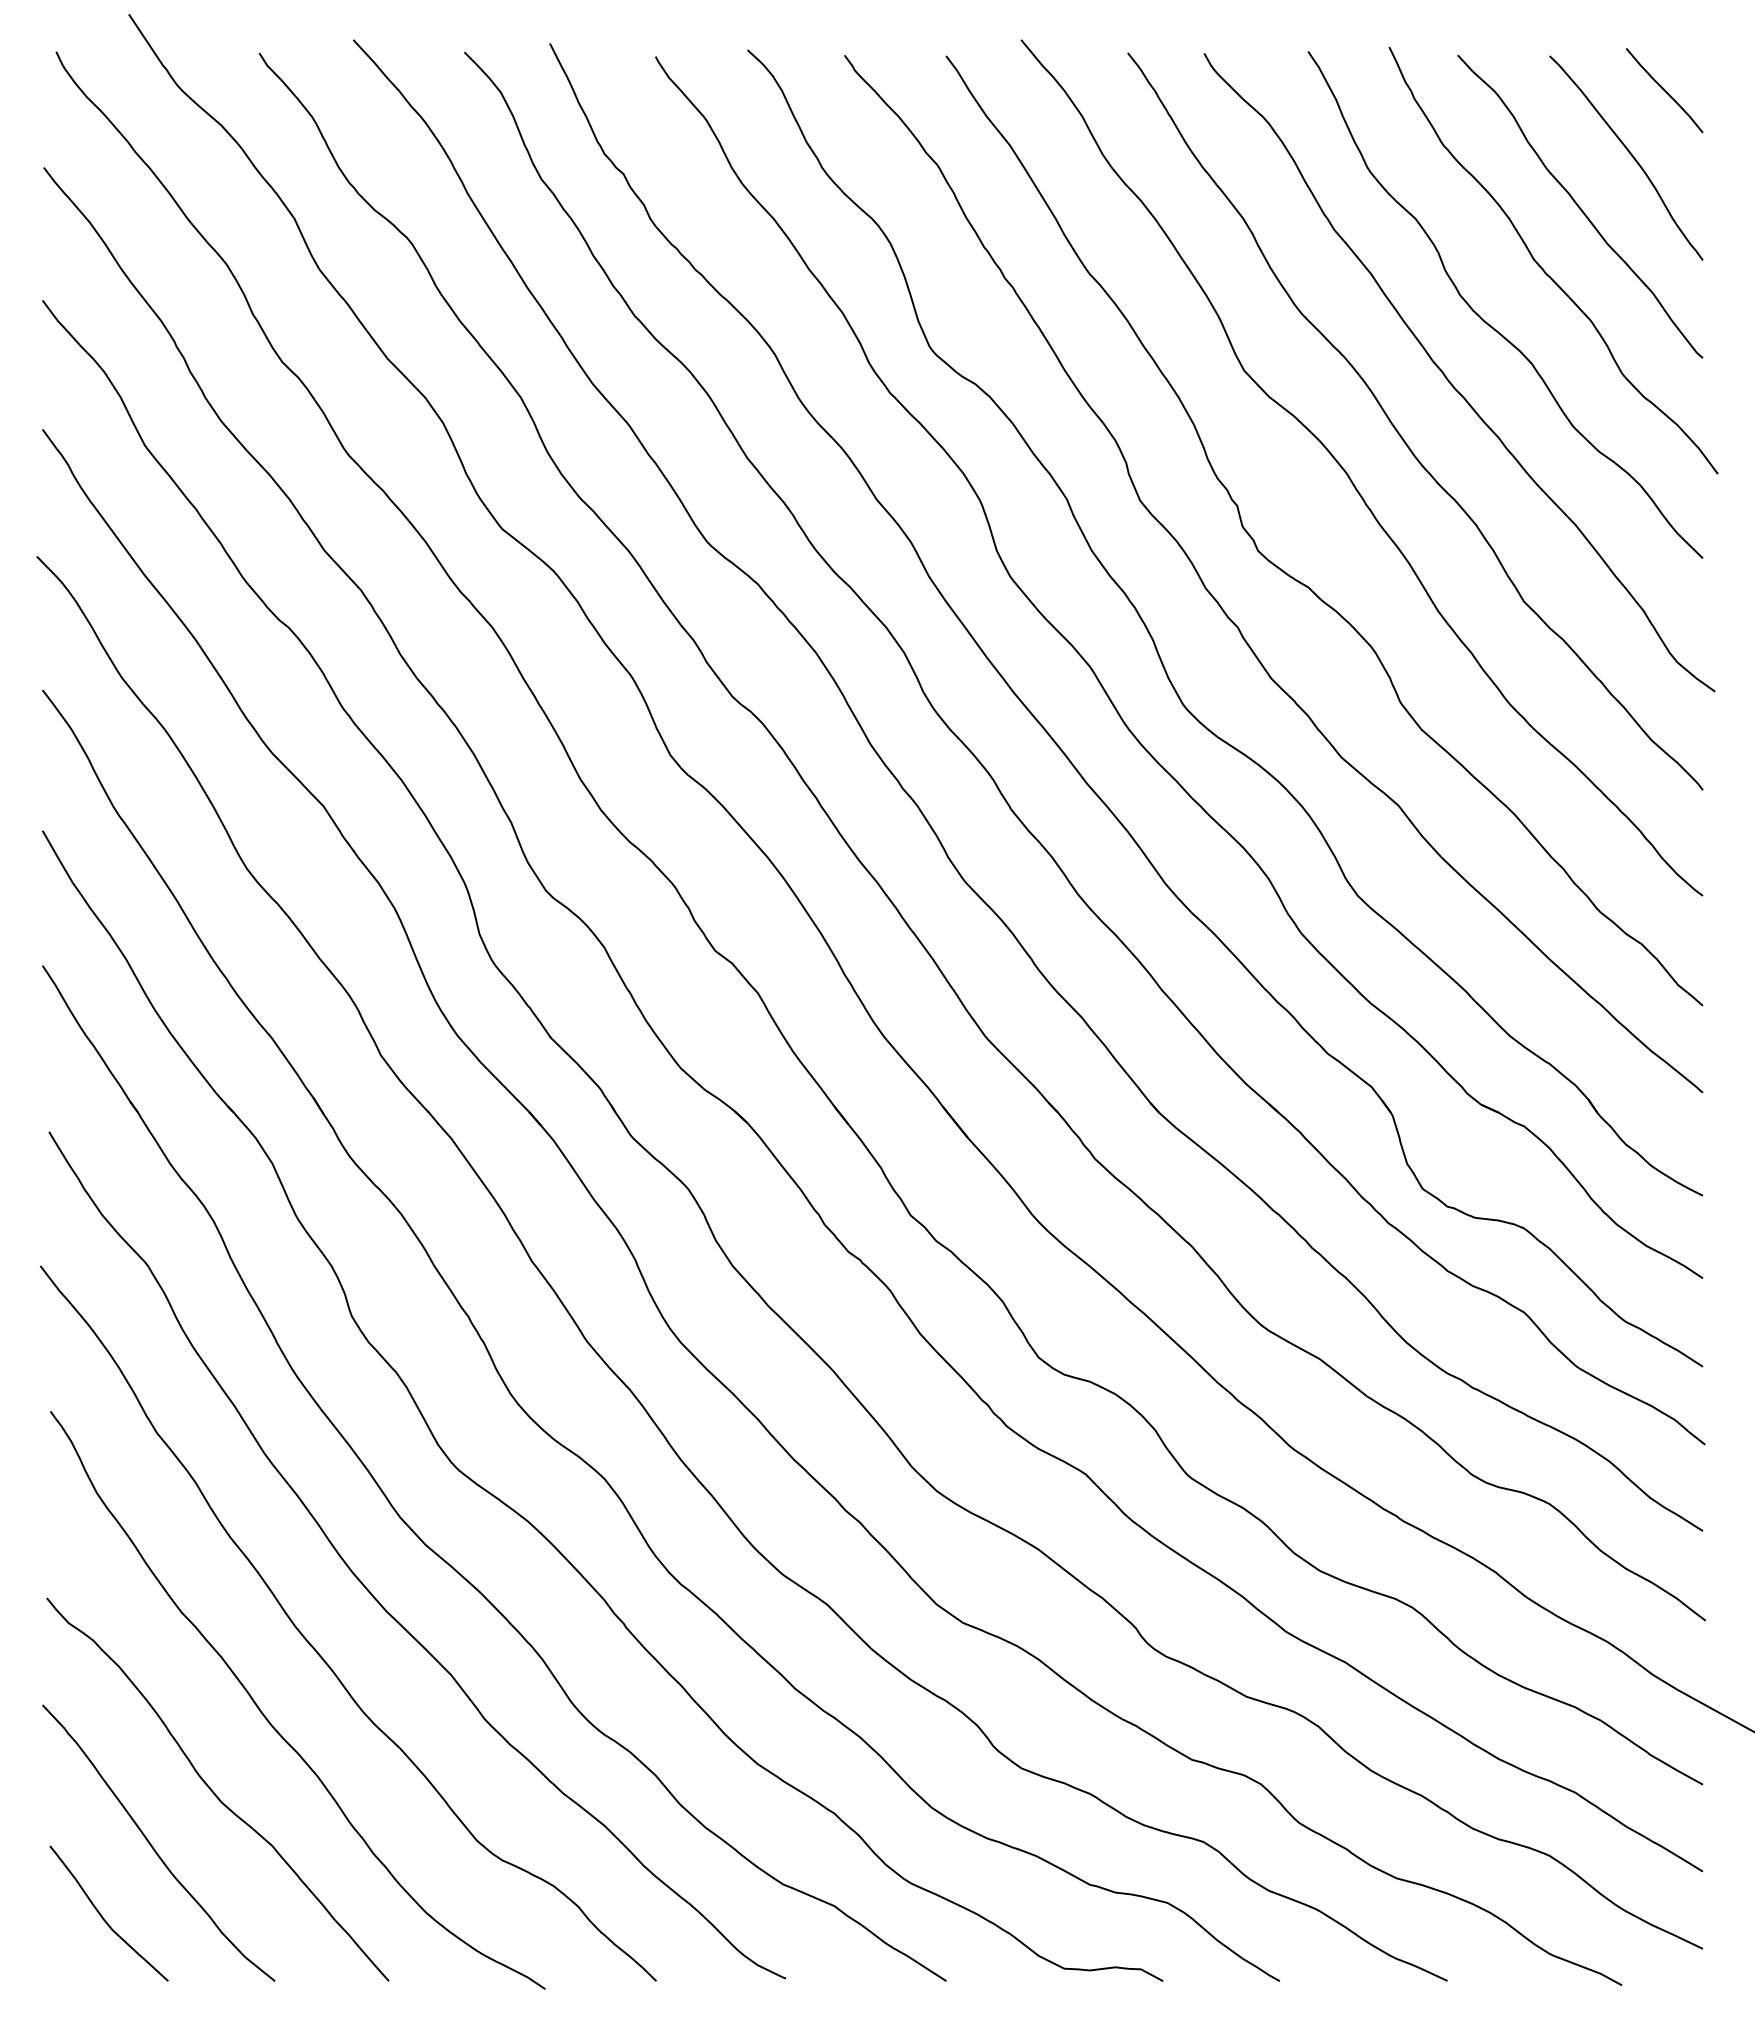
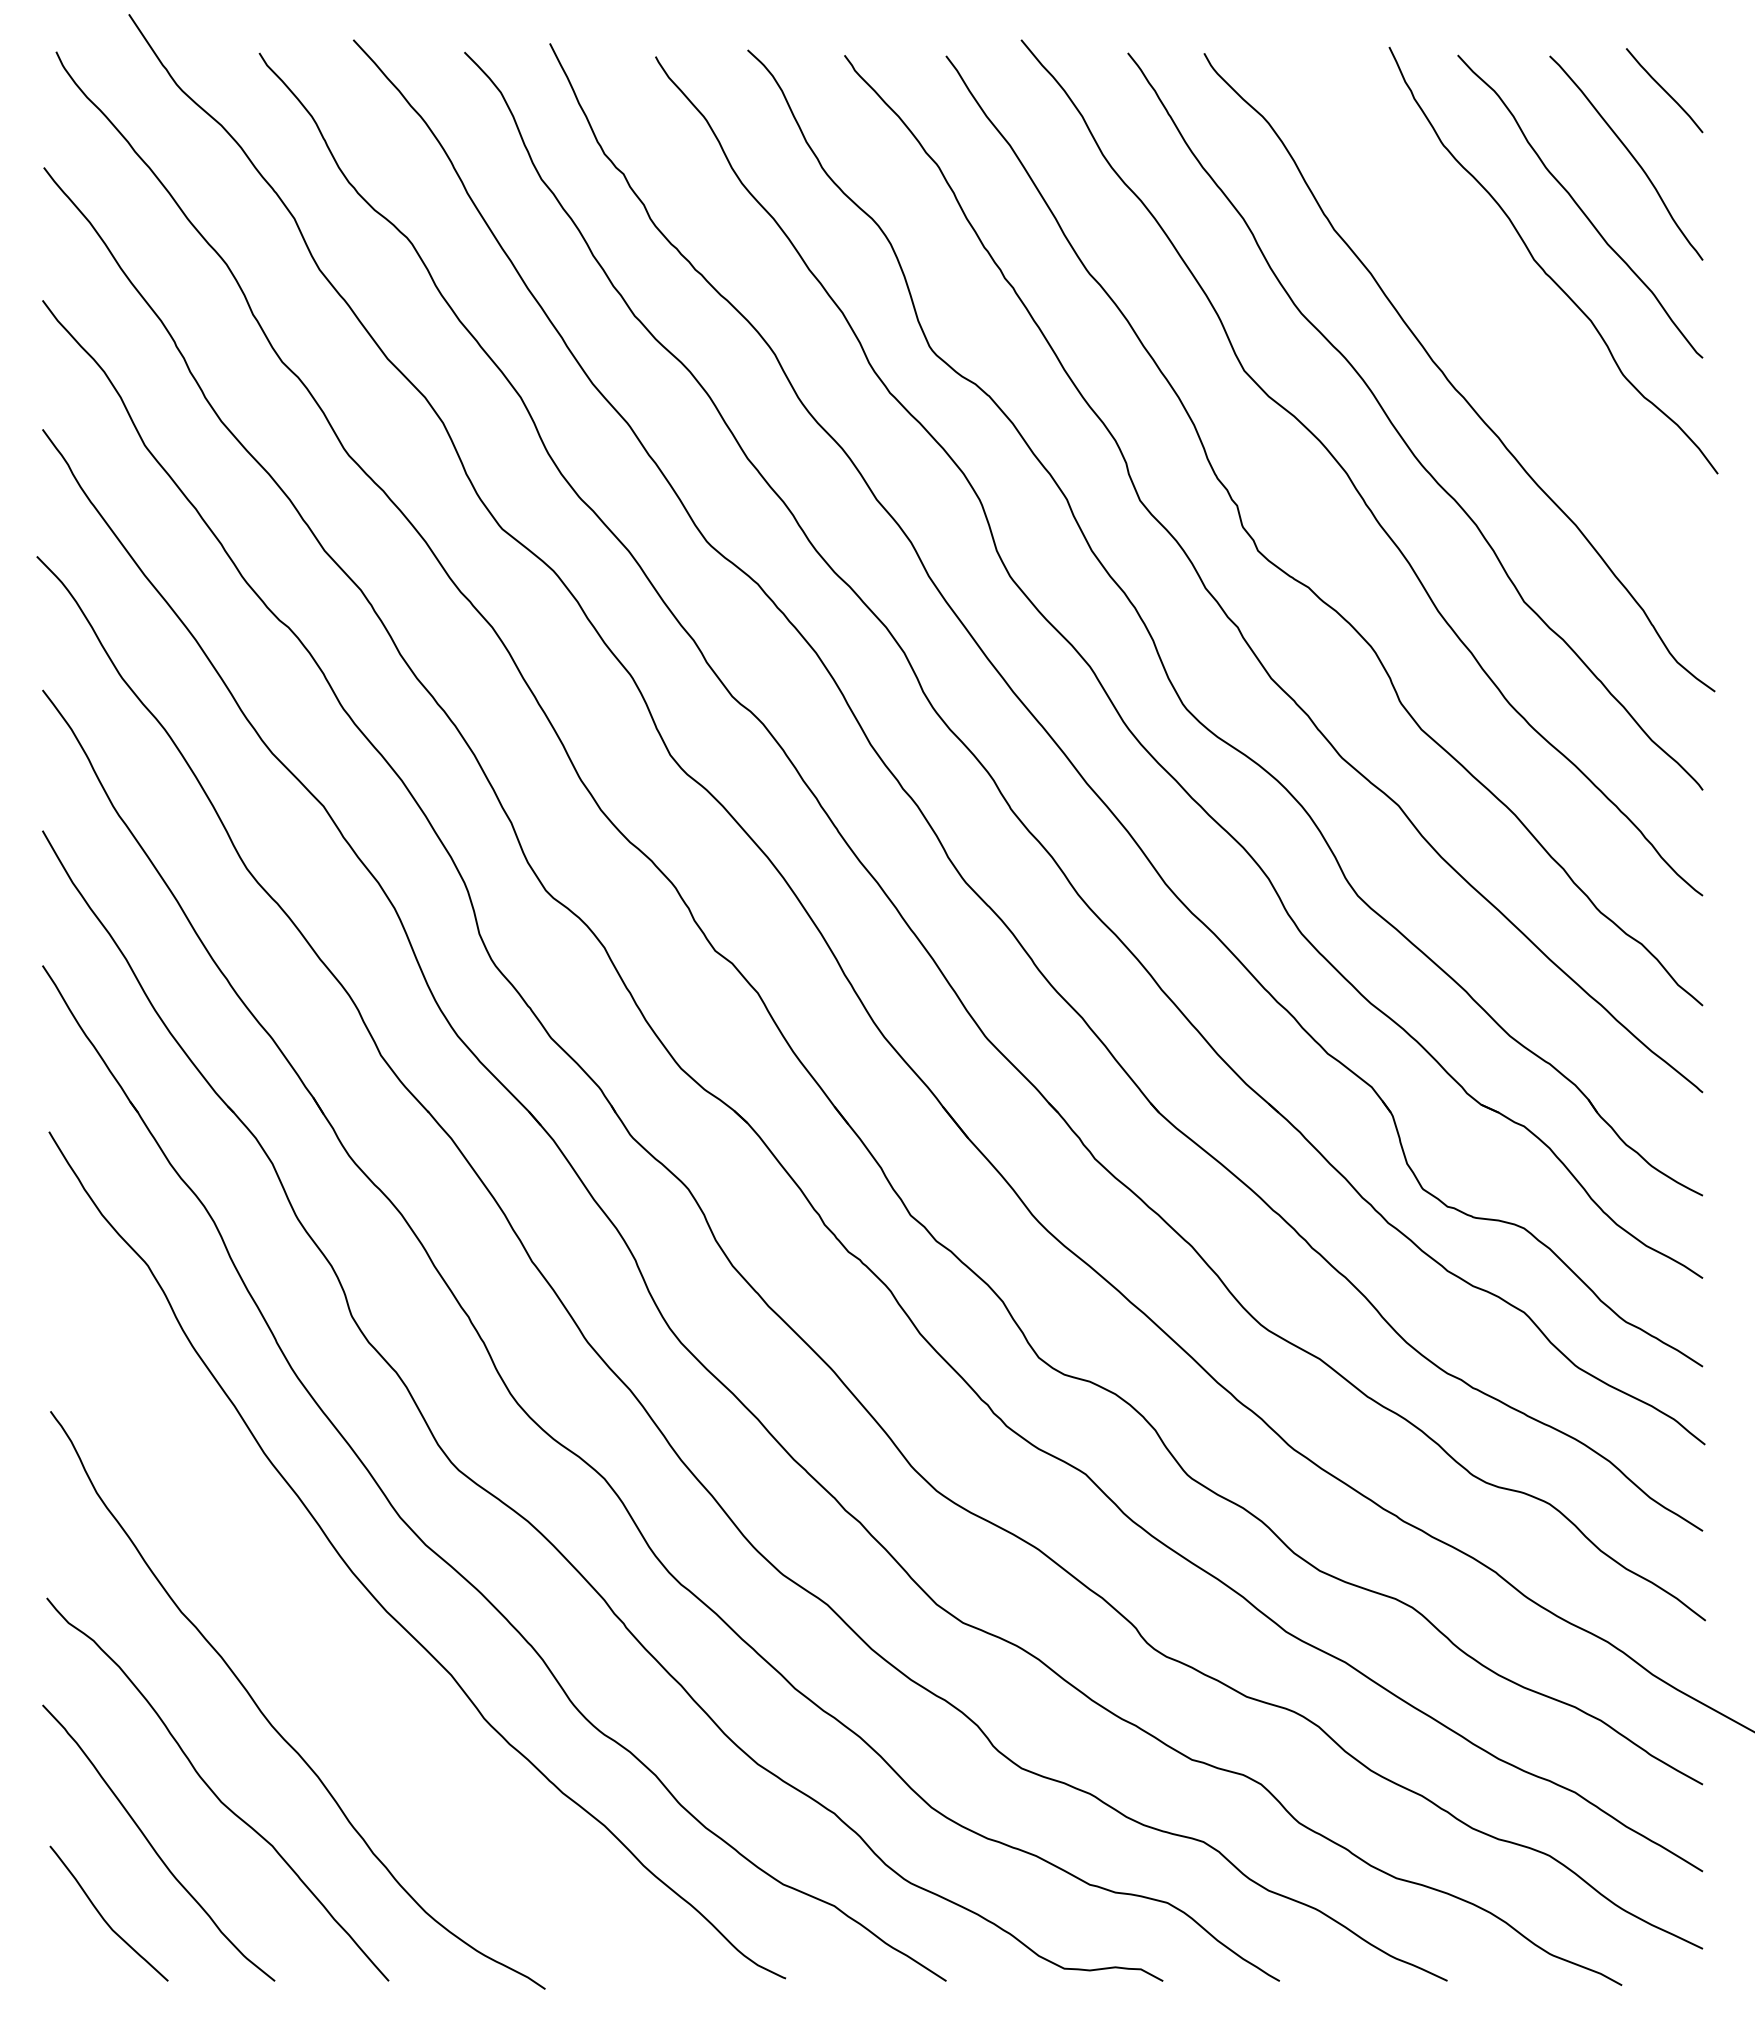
curve at (1491, 325): present -> none
curve at (316, 1649): present -> none
